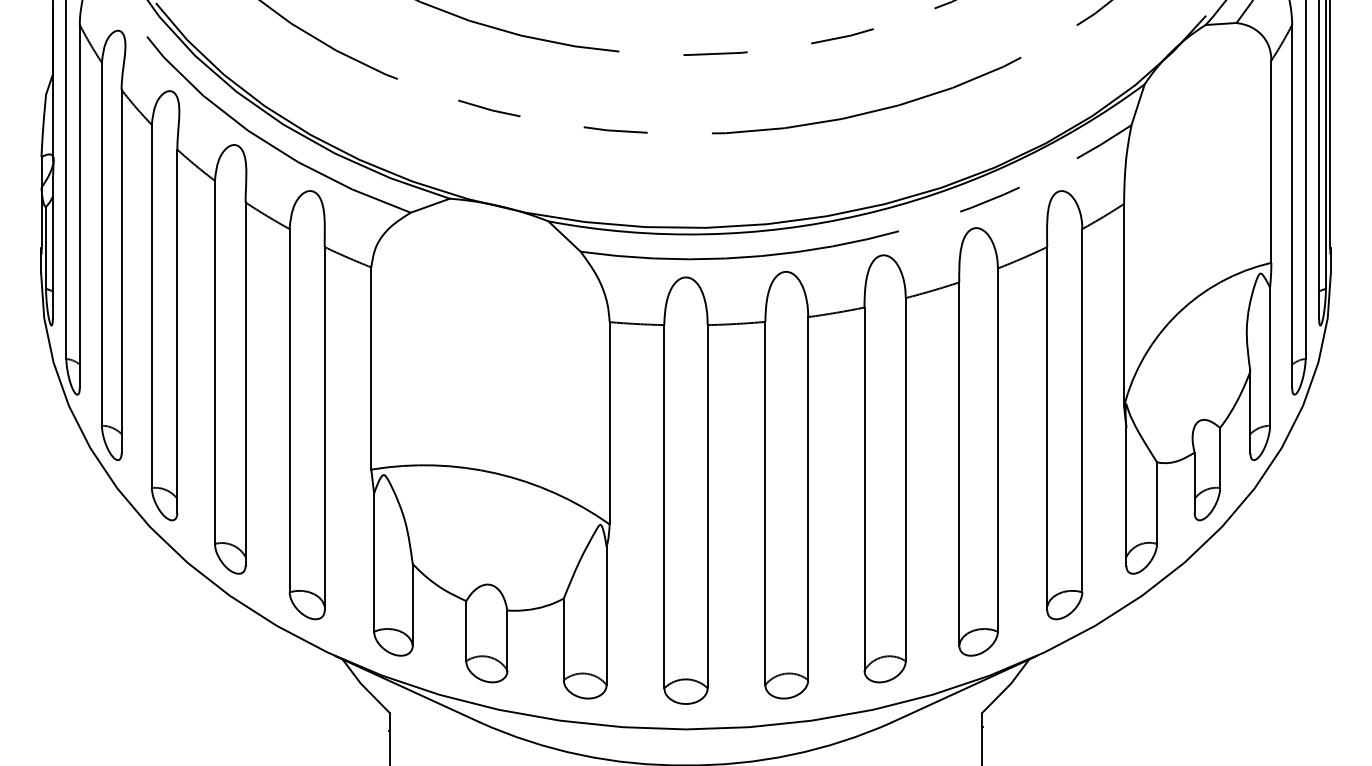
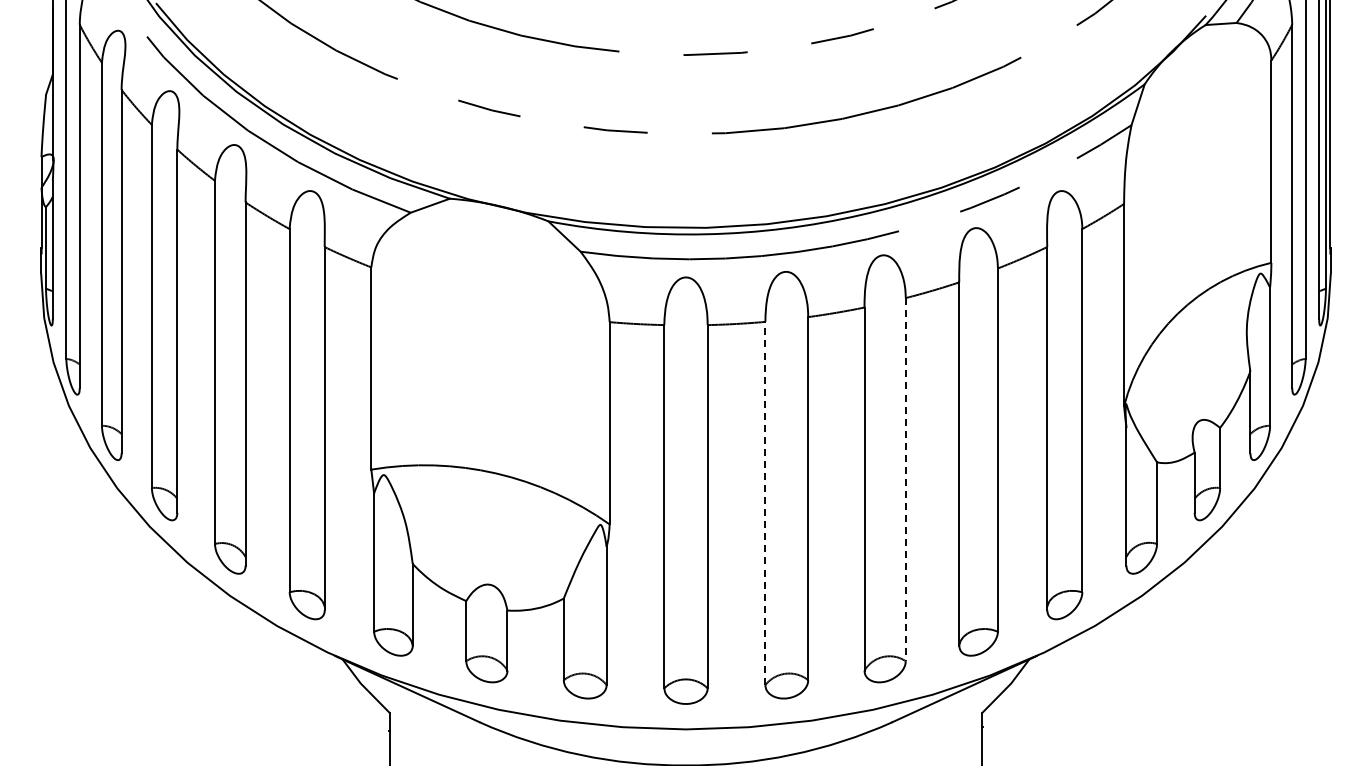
line at (905, 479): solid -> dashed
line at (765, 503): solid -> dashed
